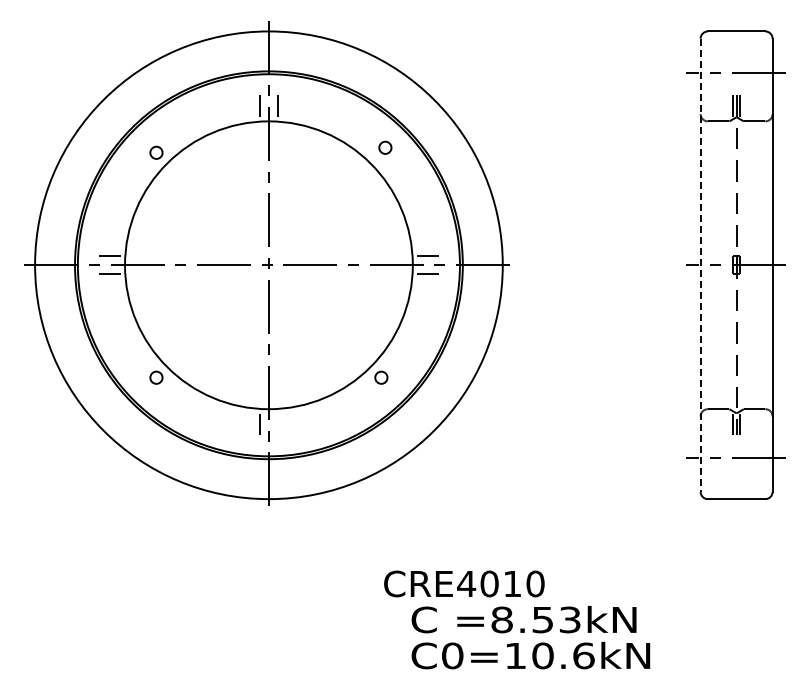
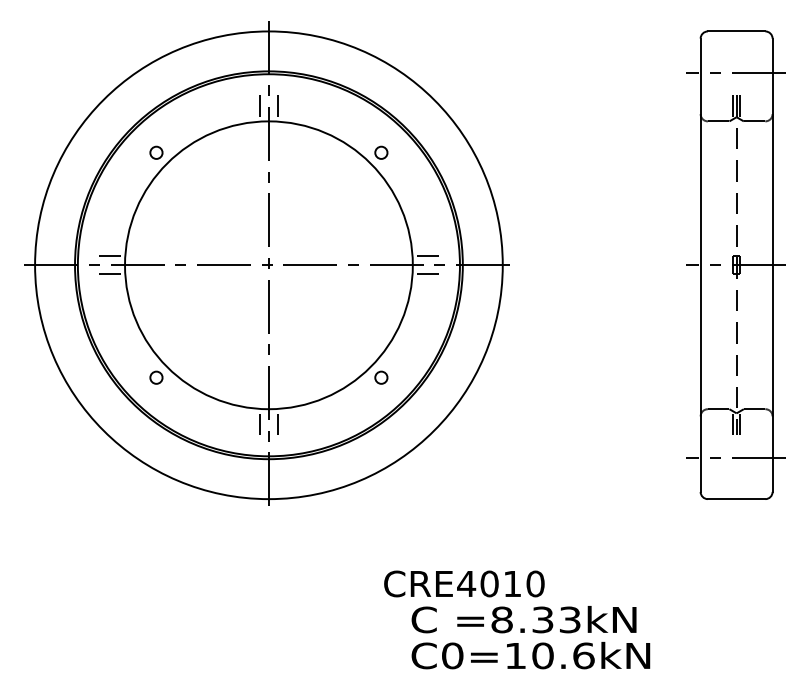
circle at (385, 147) position: (385, 147) -> (381, 152)
line at (700, 265): dashed -> solid
line at (277, 421): none -> present
text at (543, 619): =8.53kN -> =8.33kN
